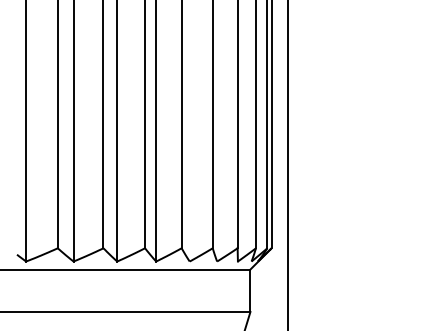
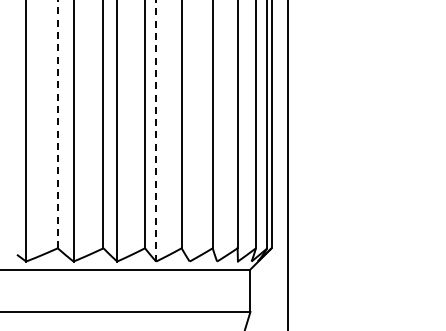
line at (57, 124): solid -> dashed
line at (156, 130): solid -> dashed
